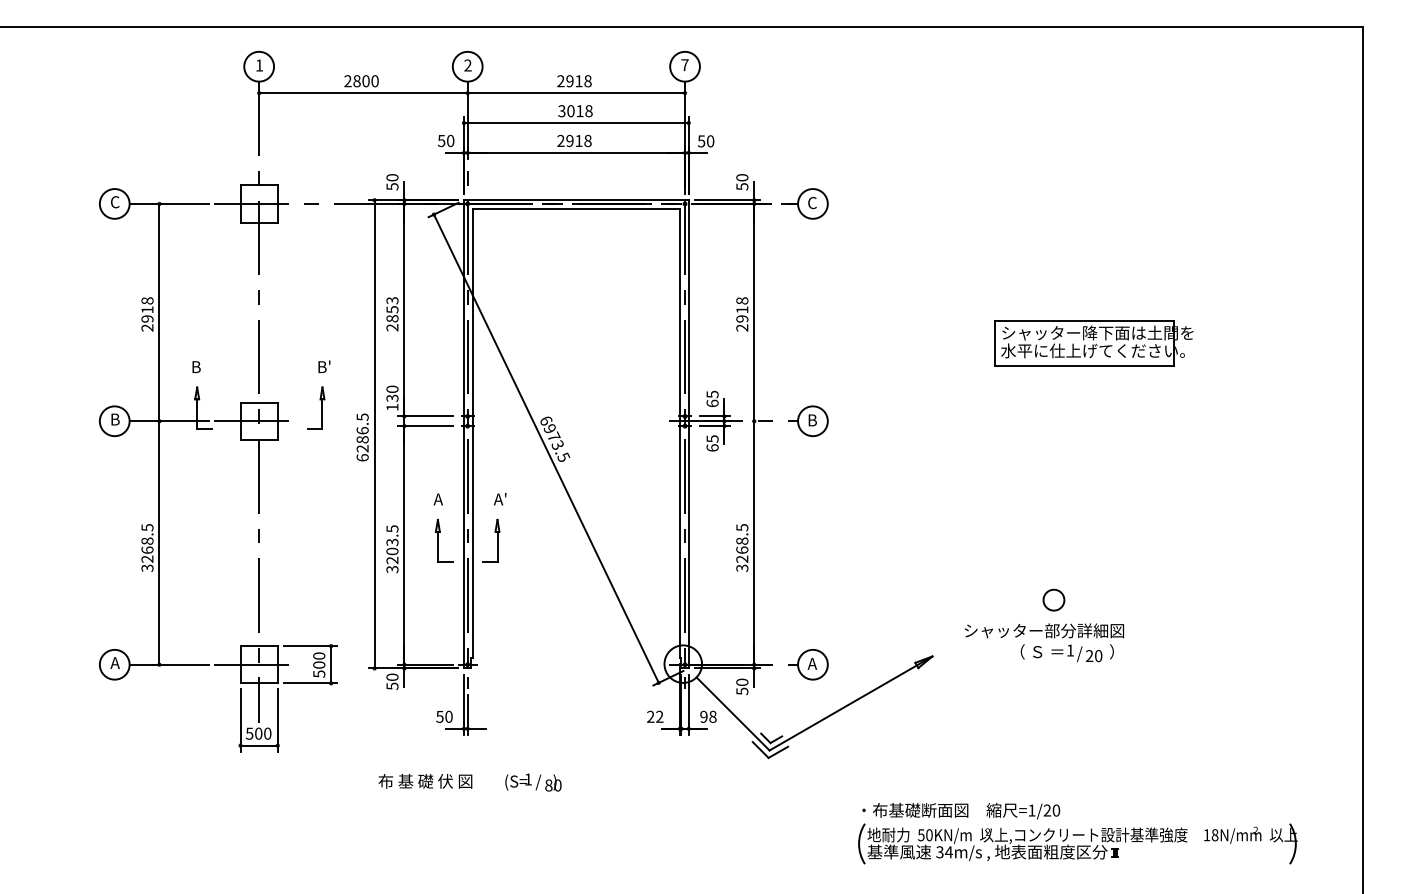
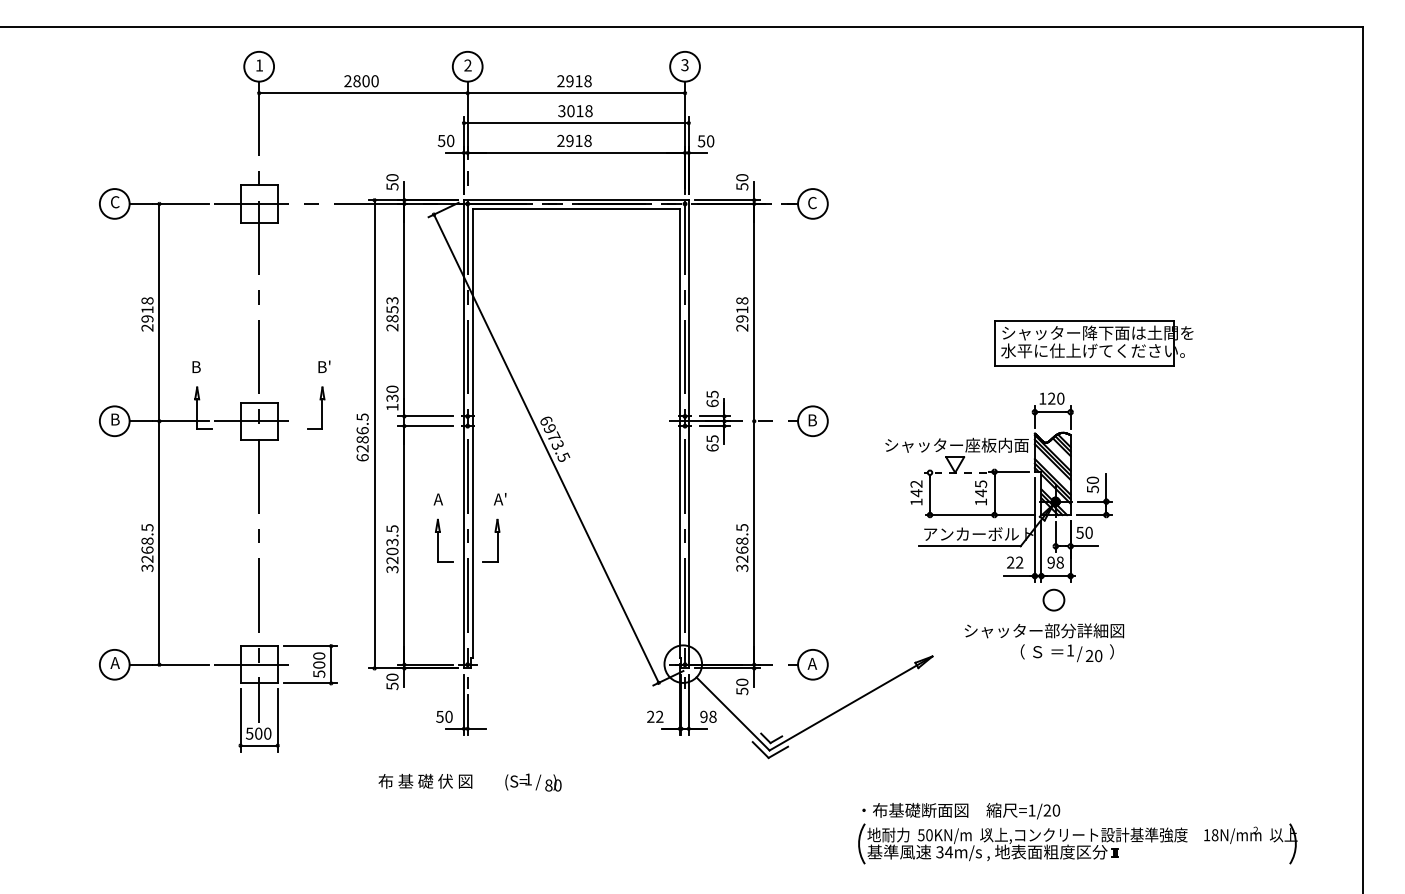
text at (684, 65): 7 -> 3
part at (998, 487): none -> present
